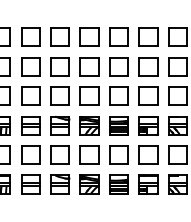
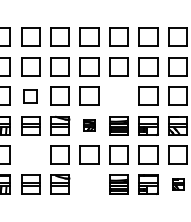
part at (30, 95) size: 20x20 px -> 15x15 px
part at (118, 95): present -> none
part at (89, 125) size: 21x20 px -> 13x13 px
part at (30, 154): present -> none
part at (89, 184): present -> none
part at (177, 184) size: 20x21 px -> 13x13 px
